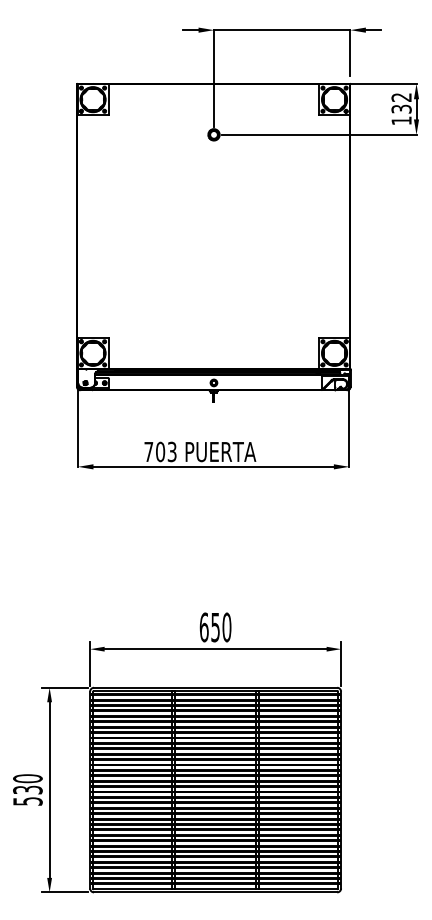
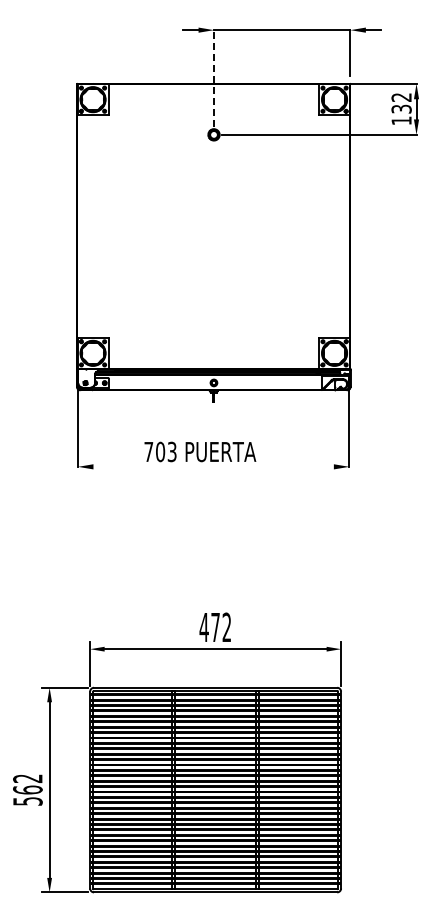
line at (214, 78): solid -> dashed
line at (213, 466): present -> none
text at (215, 627): 650 -> 472
text at (27, 784): 530 -> 562
